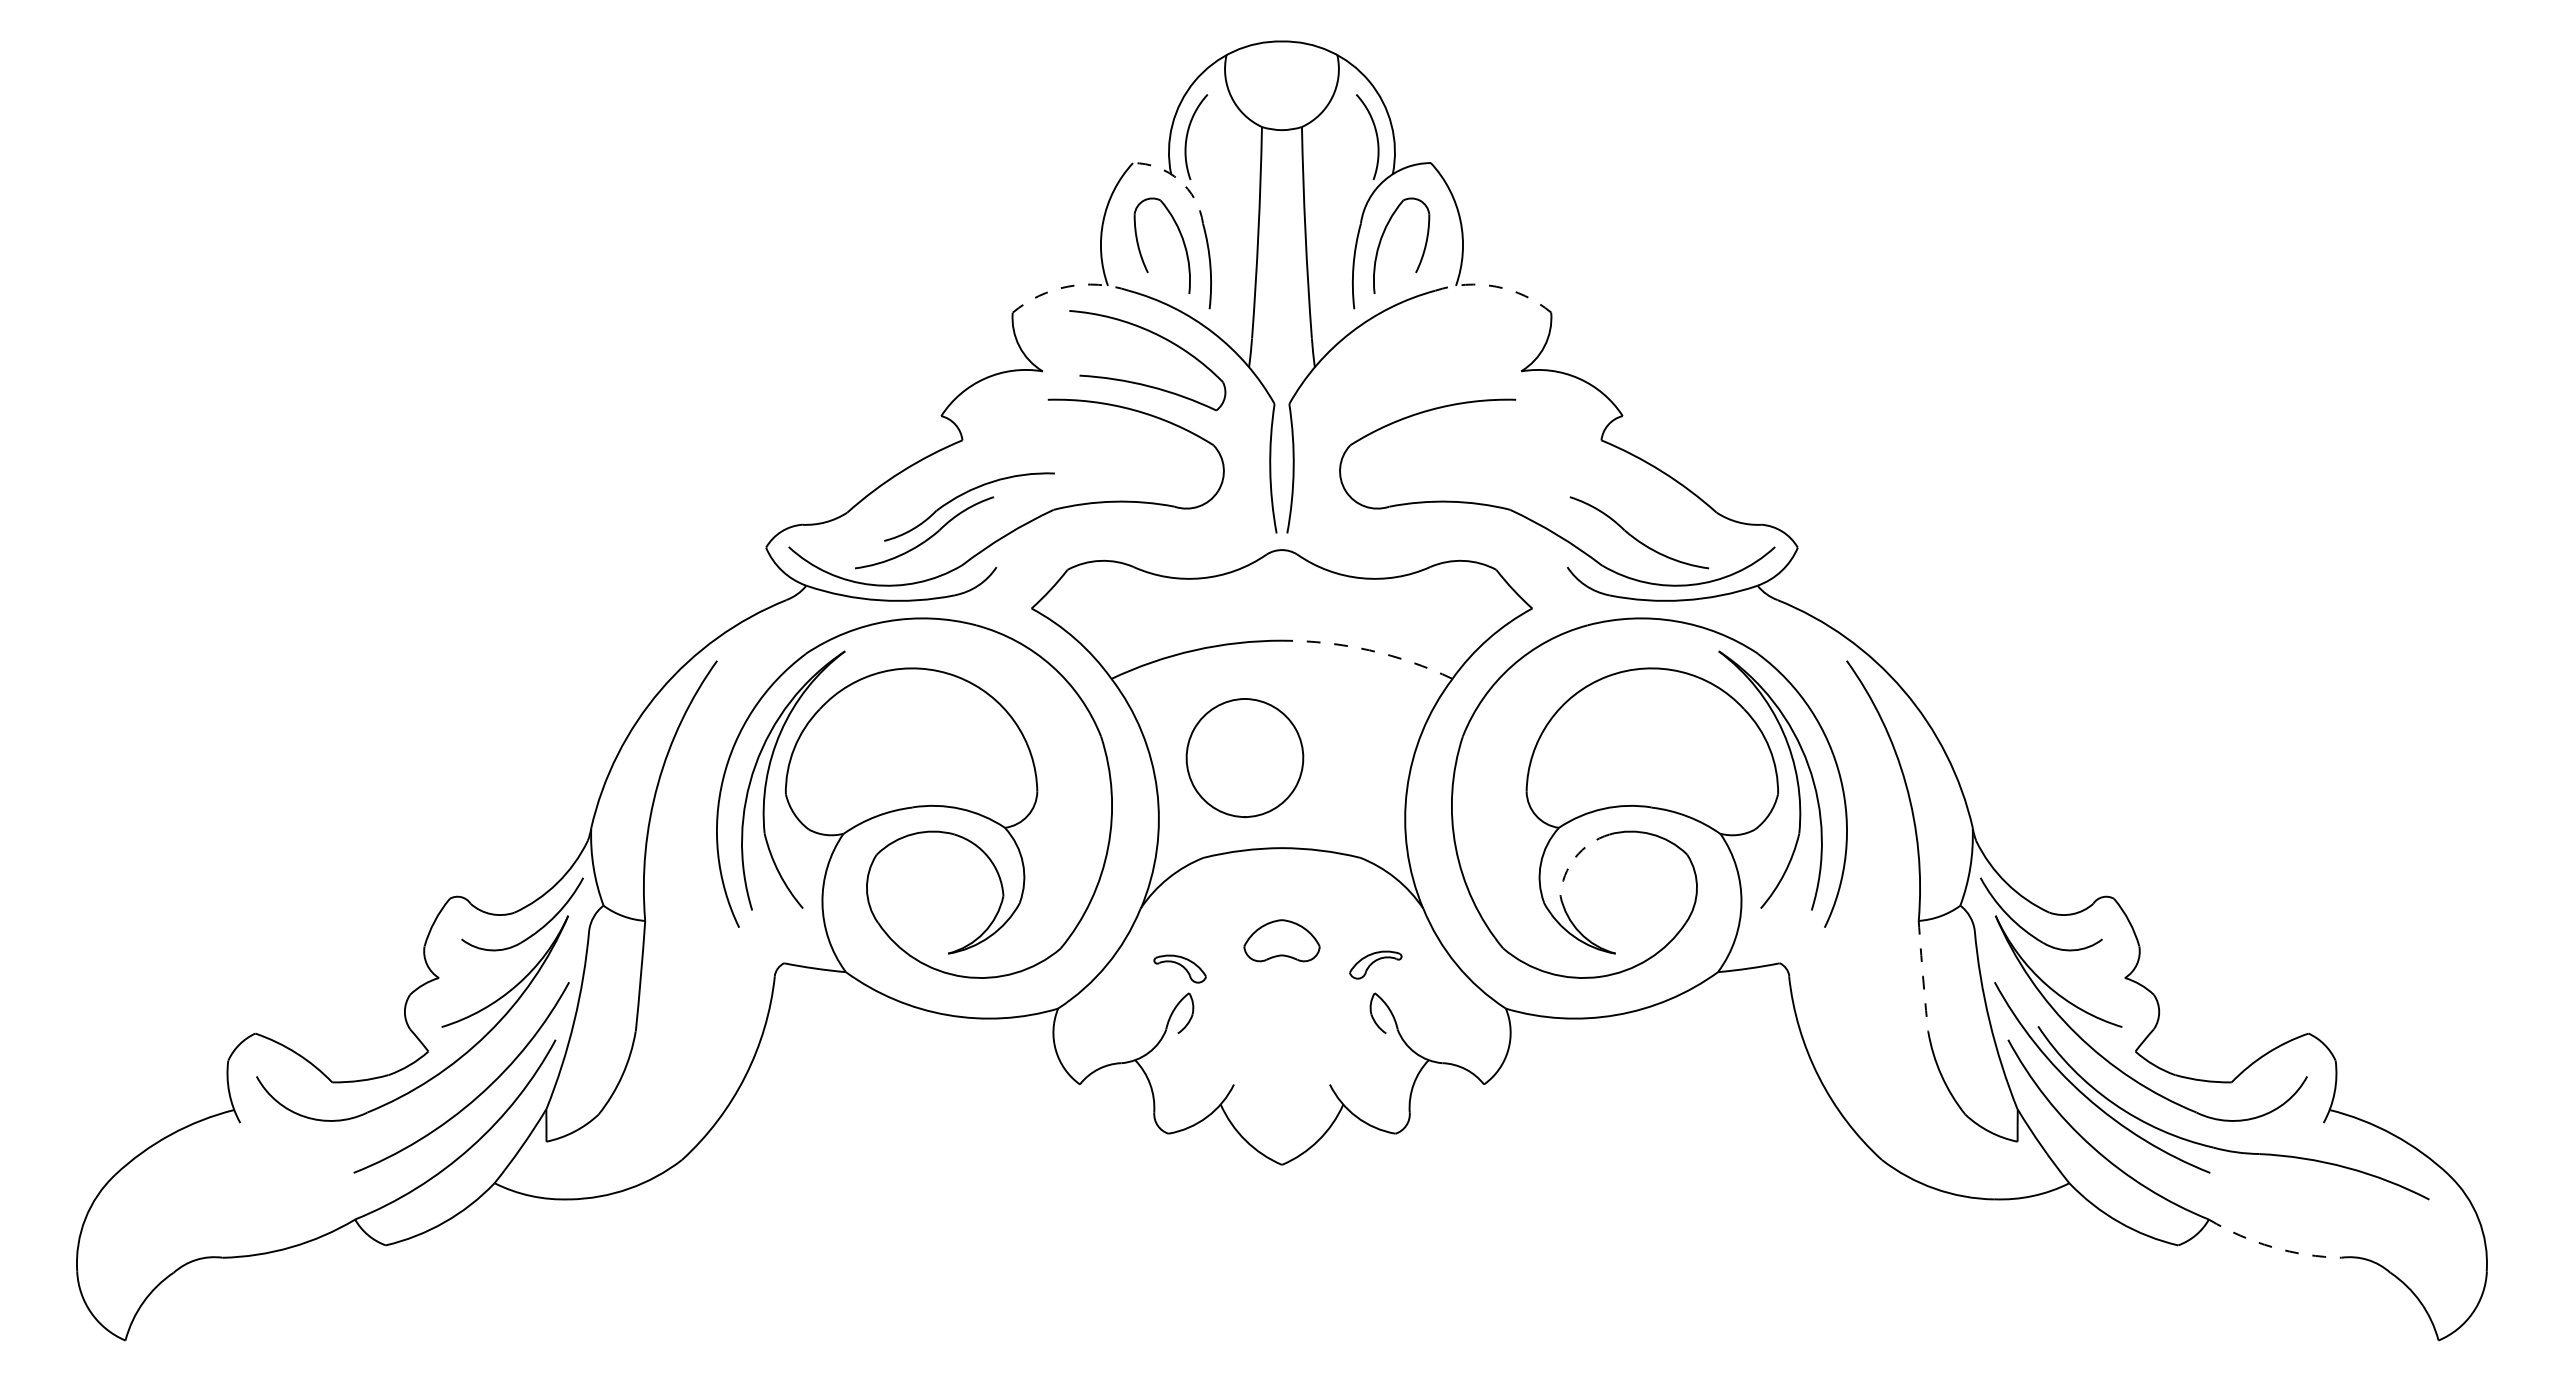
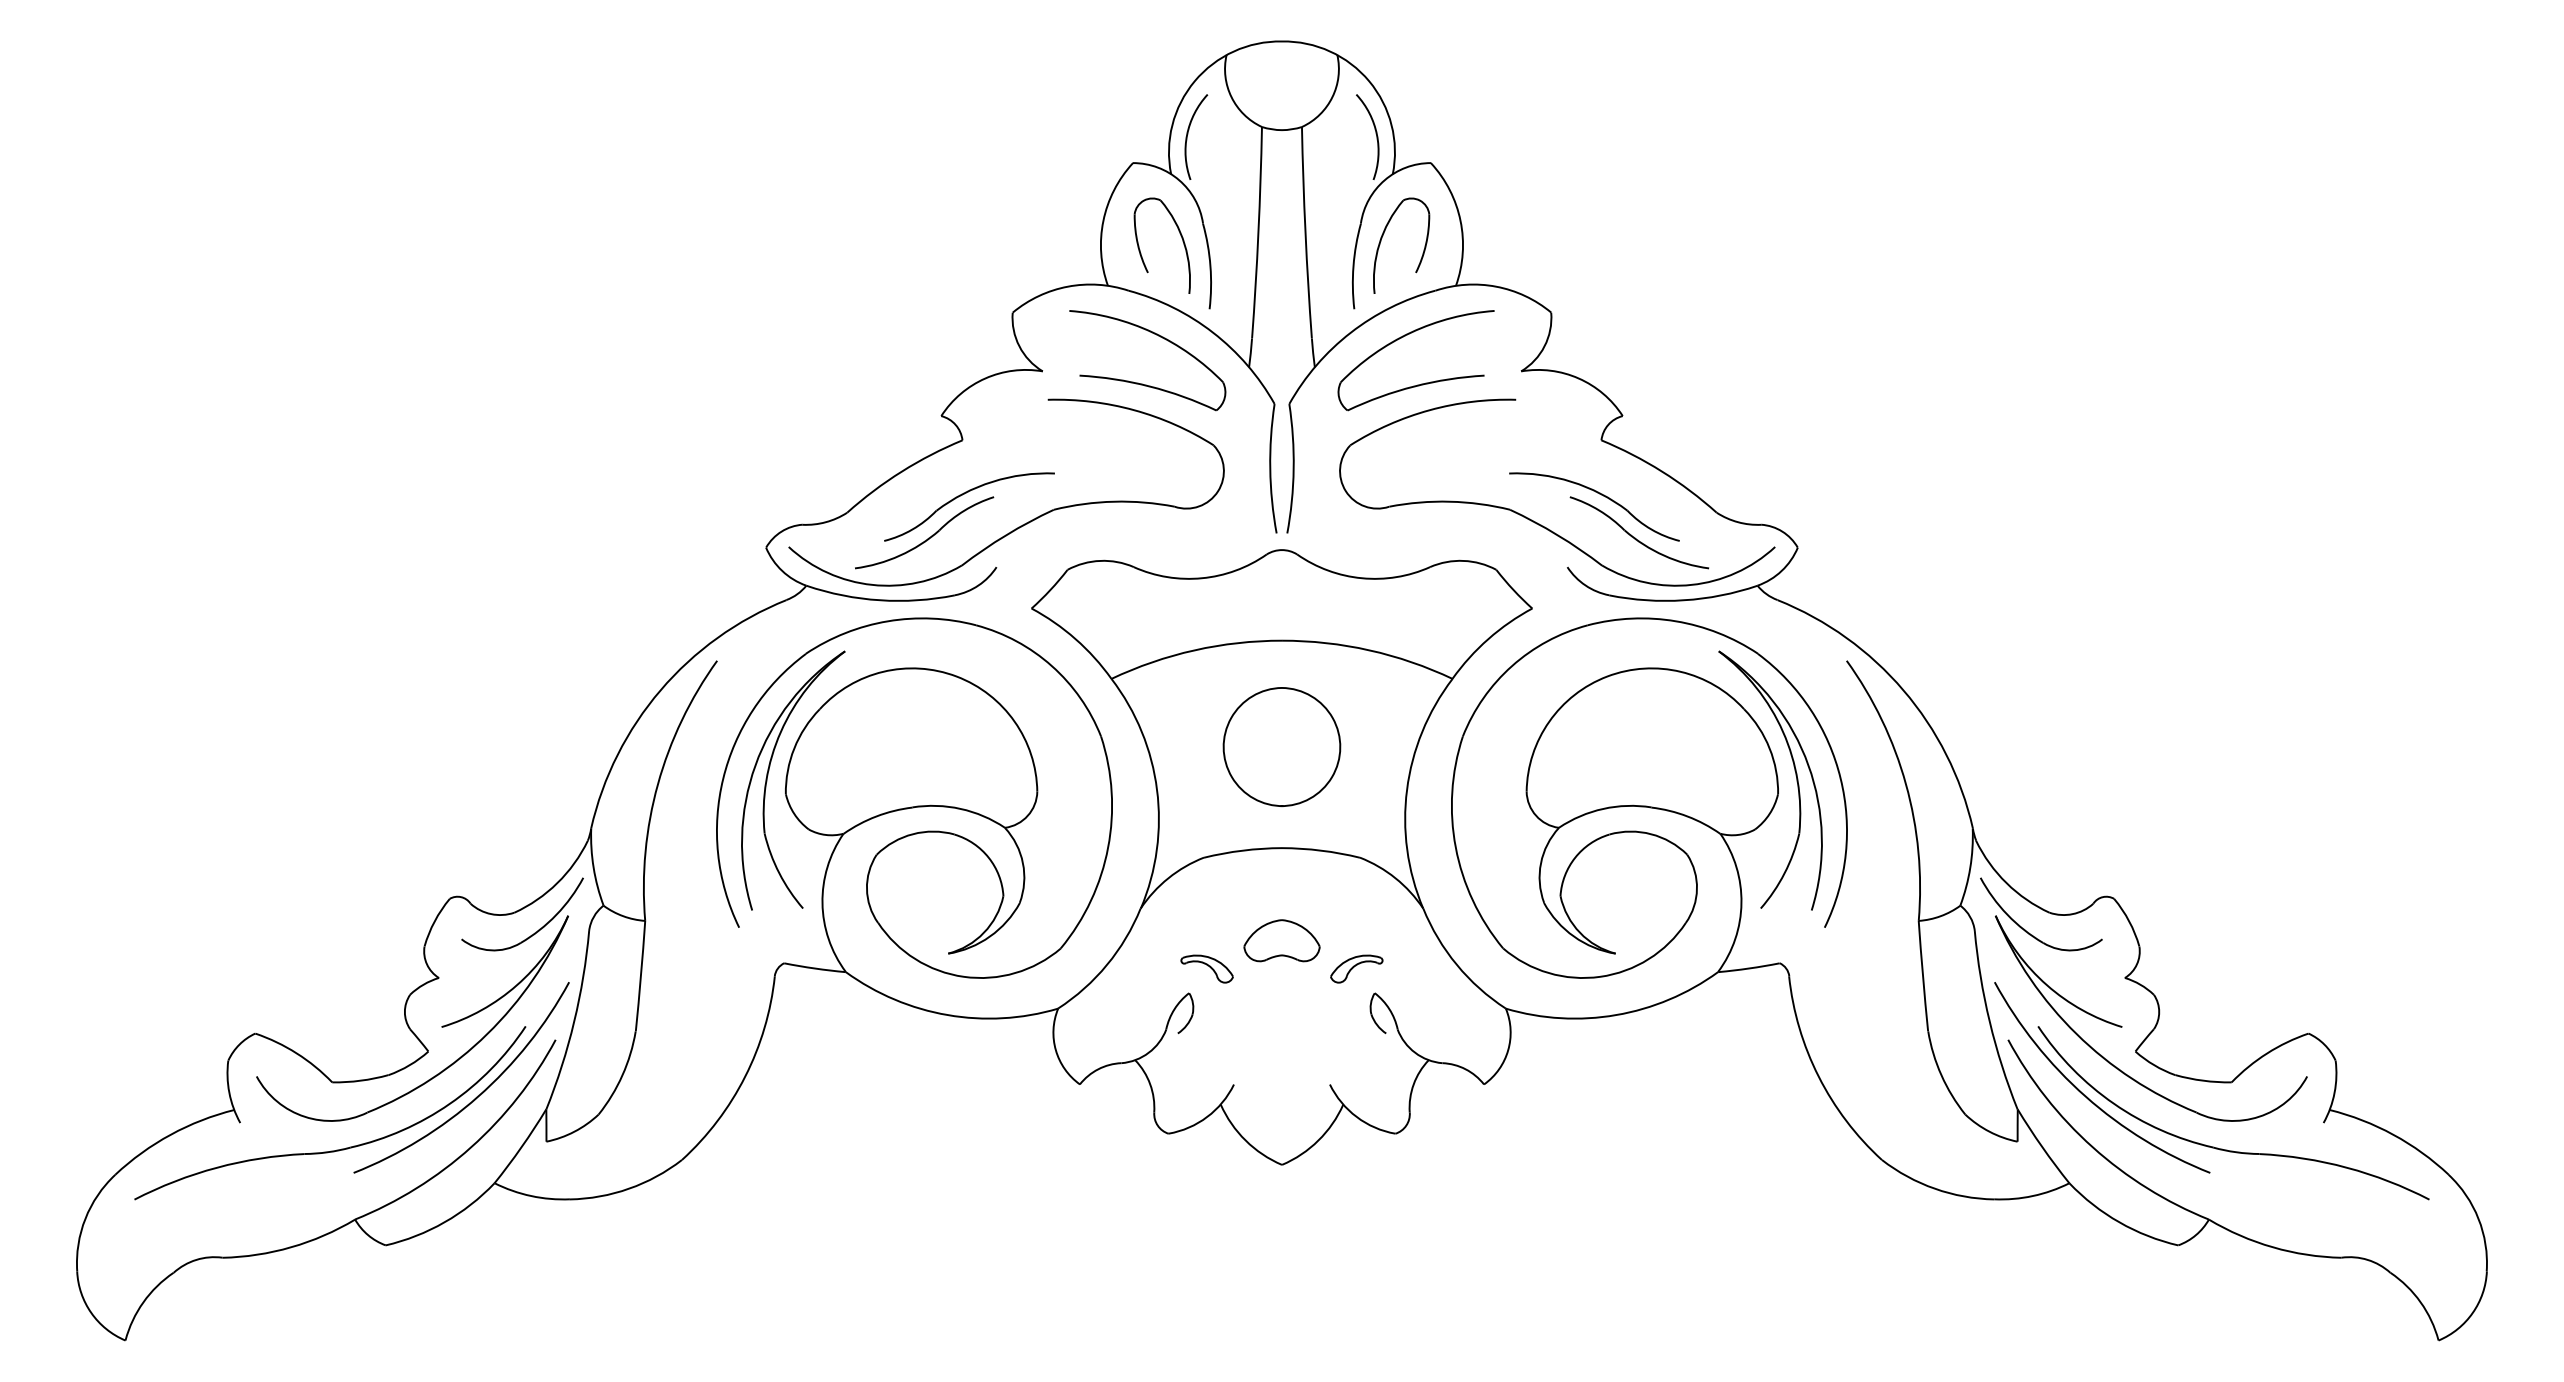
arc at (1179, 180): dashed -> solid
arc at (1067, 286): dashed -> solid
arc at (1496, 286): dashed -> solid
part at (1421, 383): none -> present
part at (1599, 494): none -> present
arc at (1369, 650): dashed -> solid
part at (1244, 757) position: (1244, 757) -> (1281, 746)
arc at (1575, 857): dashed -> solid
part at (1375, 964) position: (1375, 964) -> (1356, 968)
part at (1179, 968) position: (1179, 968) -> (1206, 968)
arc at (1923, 976): dashed -> solid
part at (336, 1149): none -> present
arc at (2272, 1247): dashed -> solid
